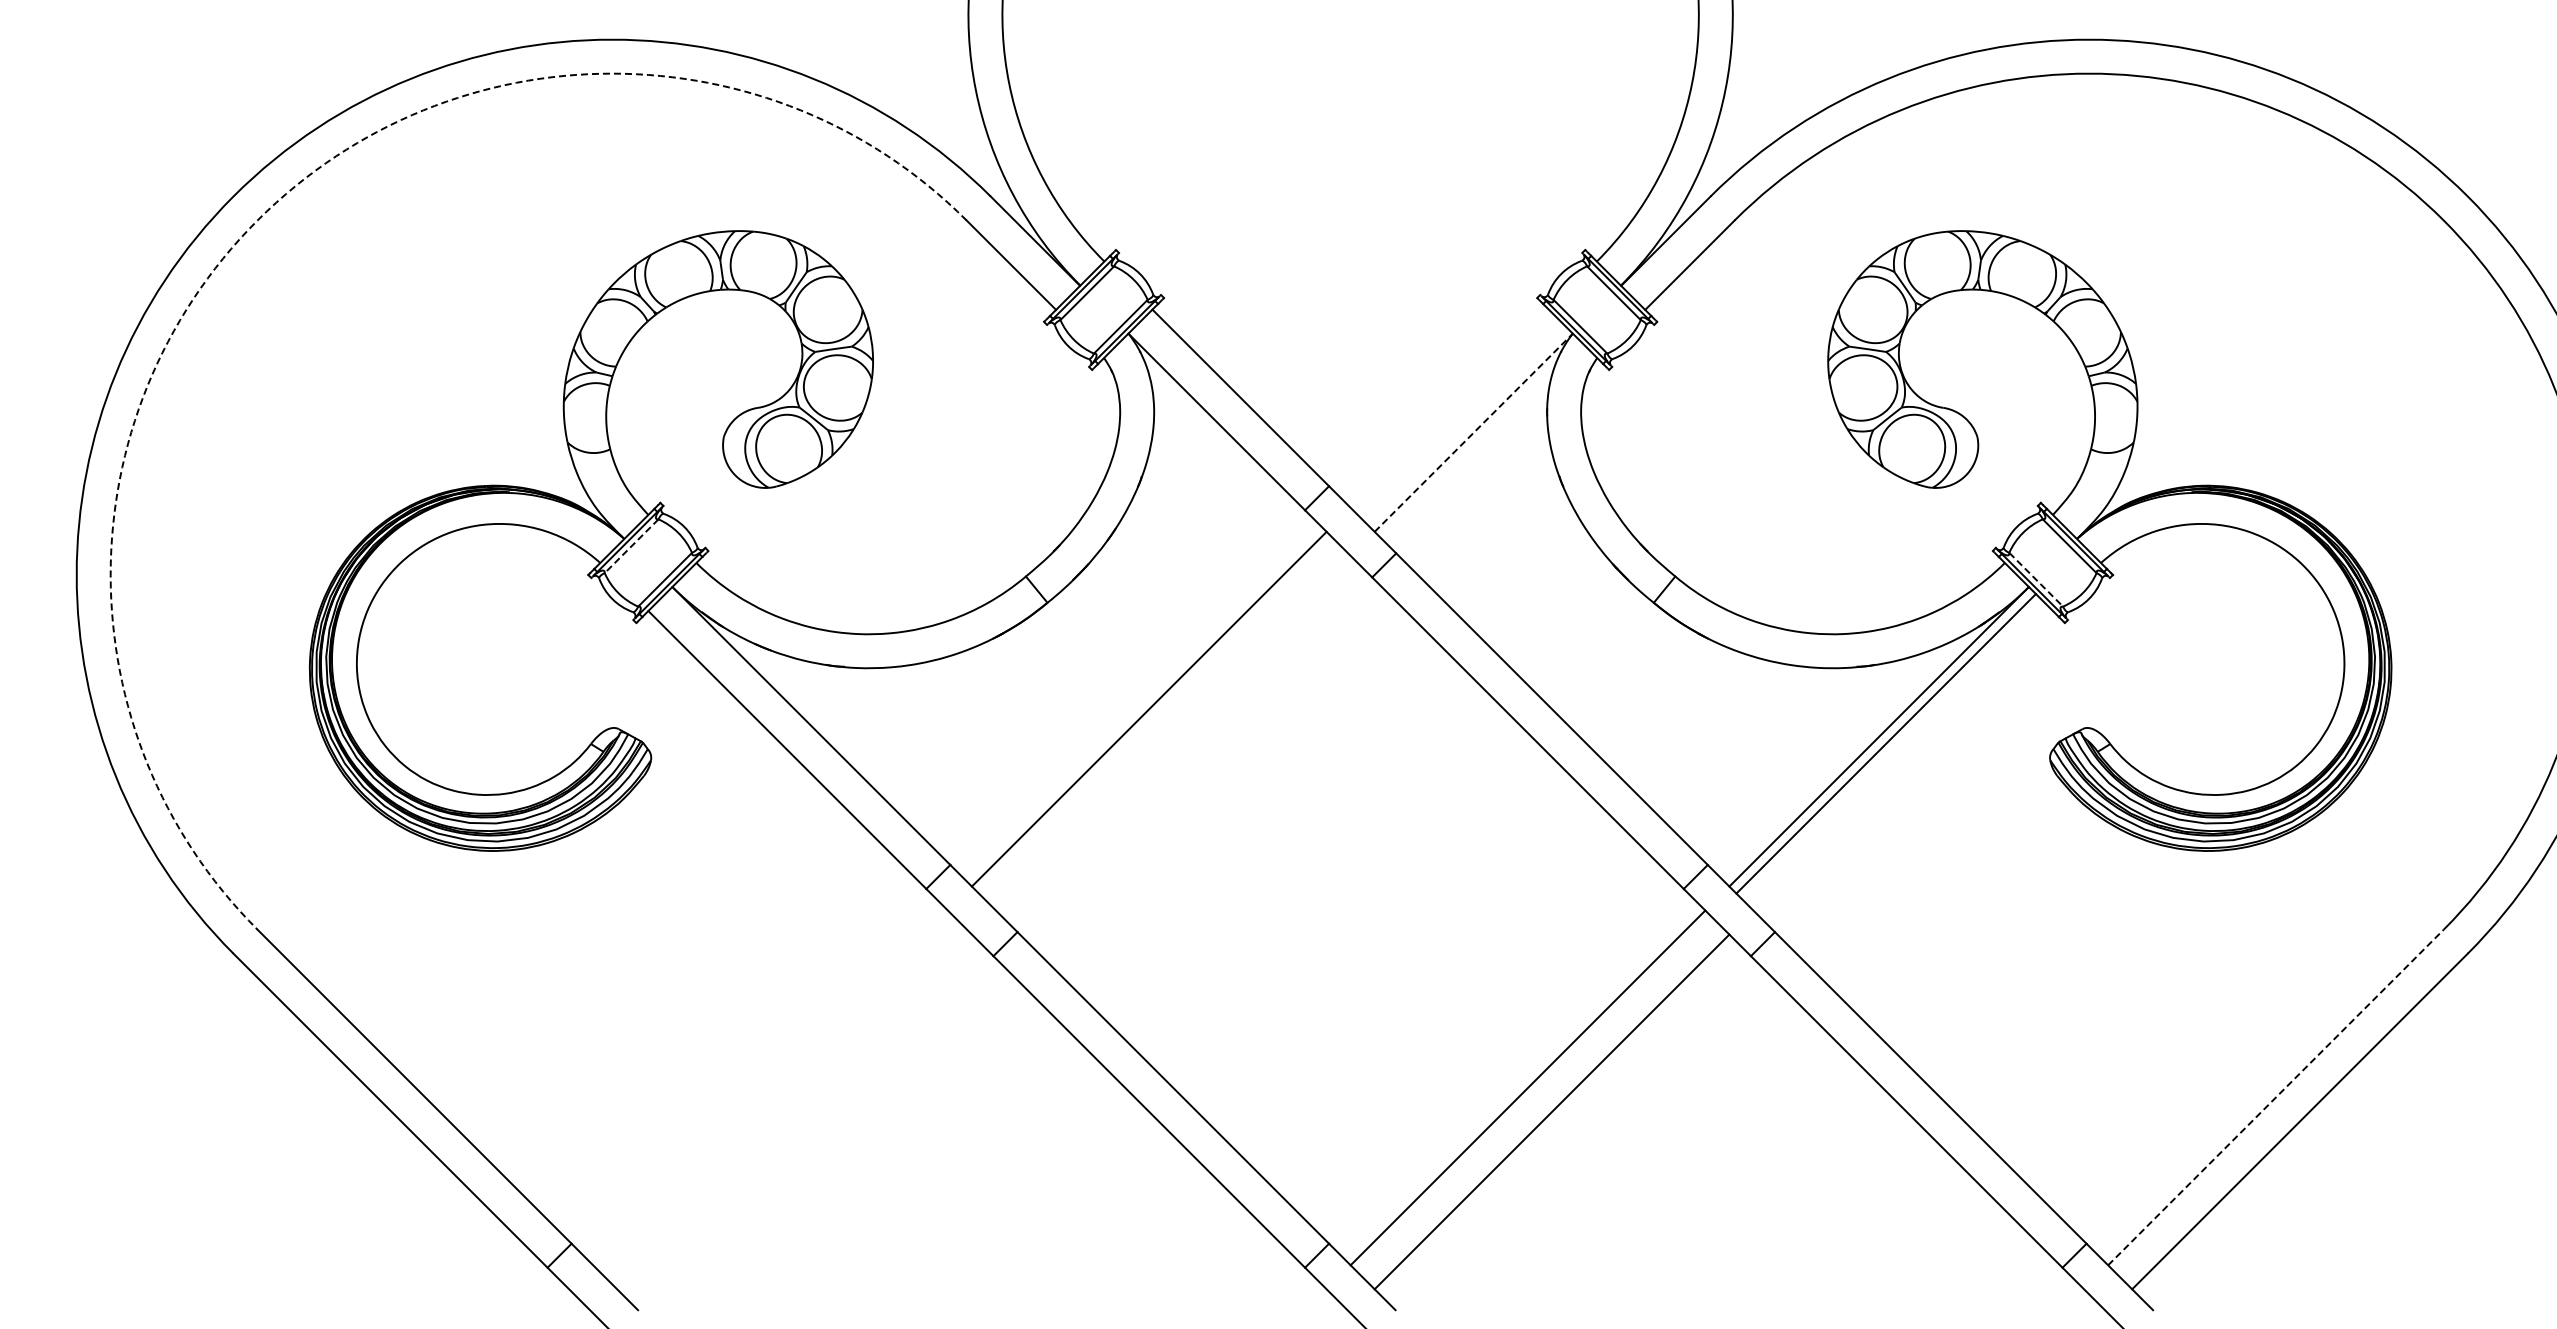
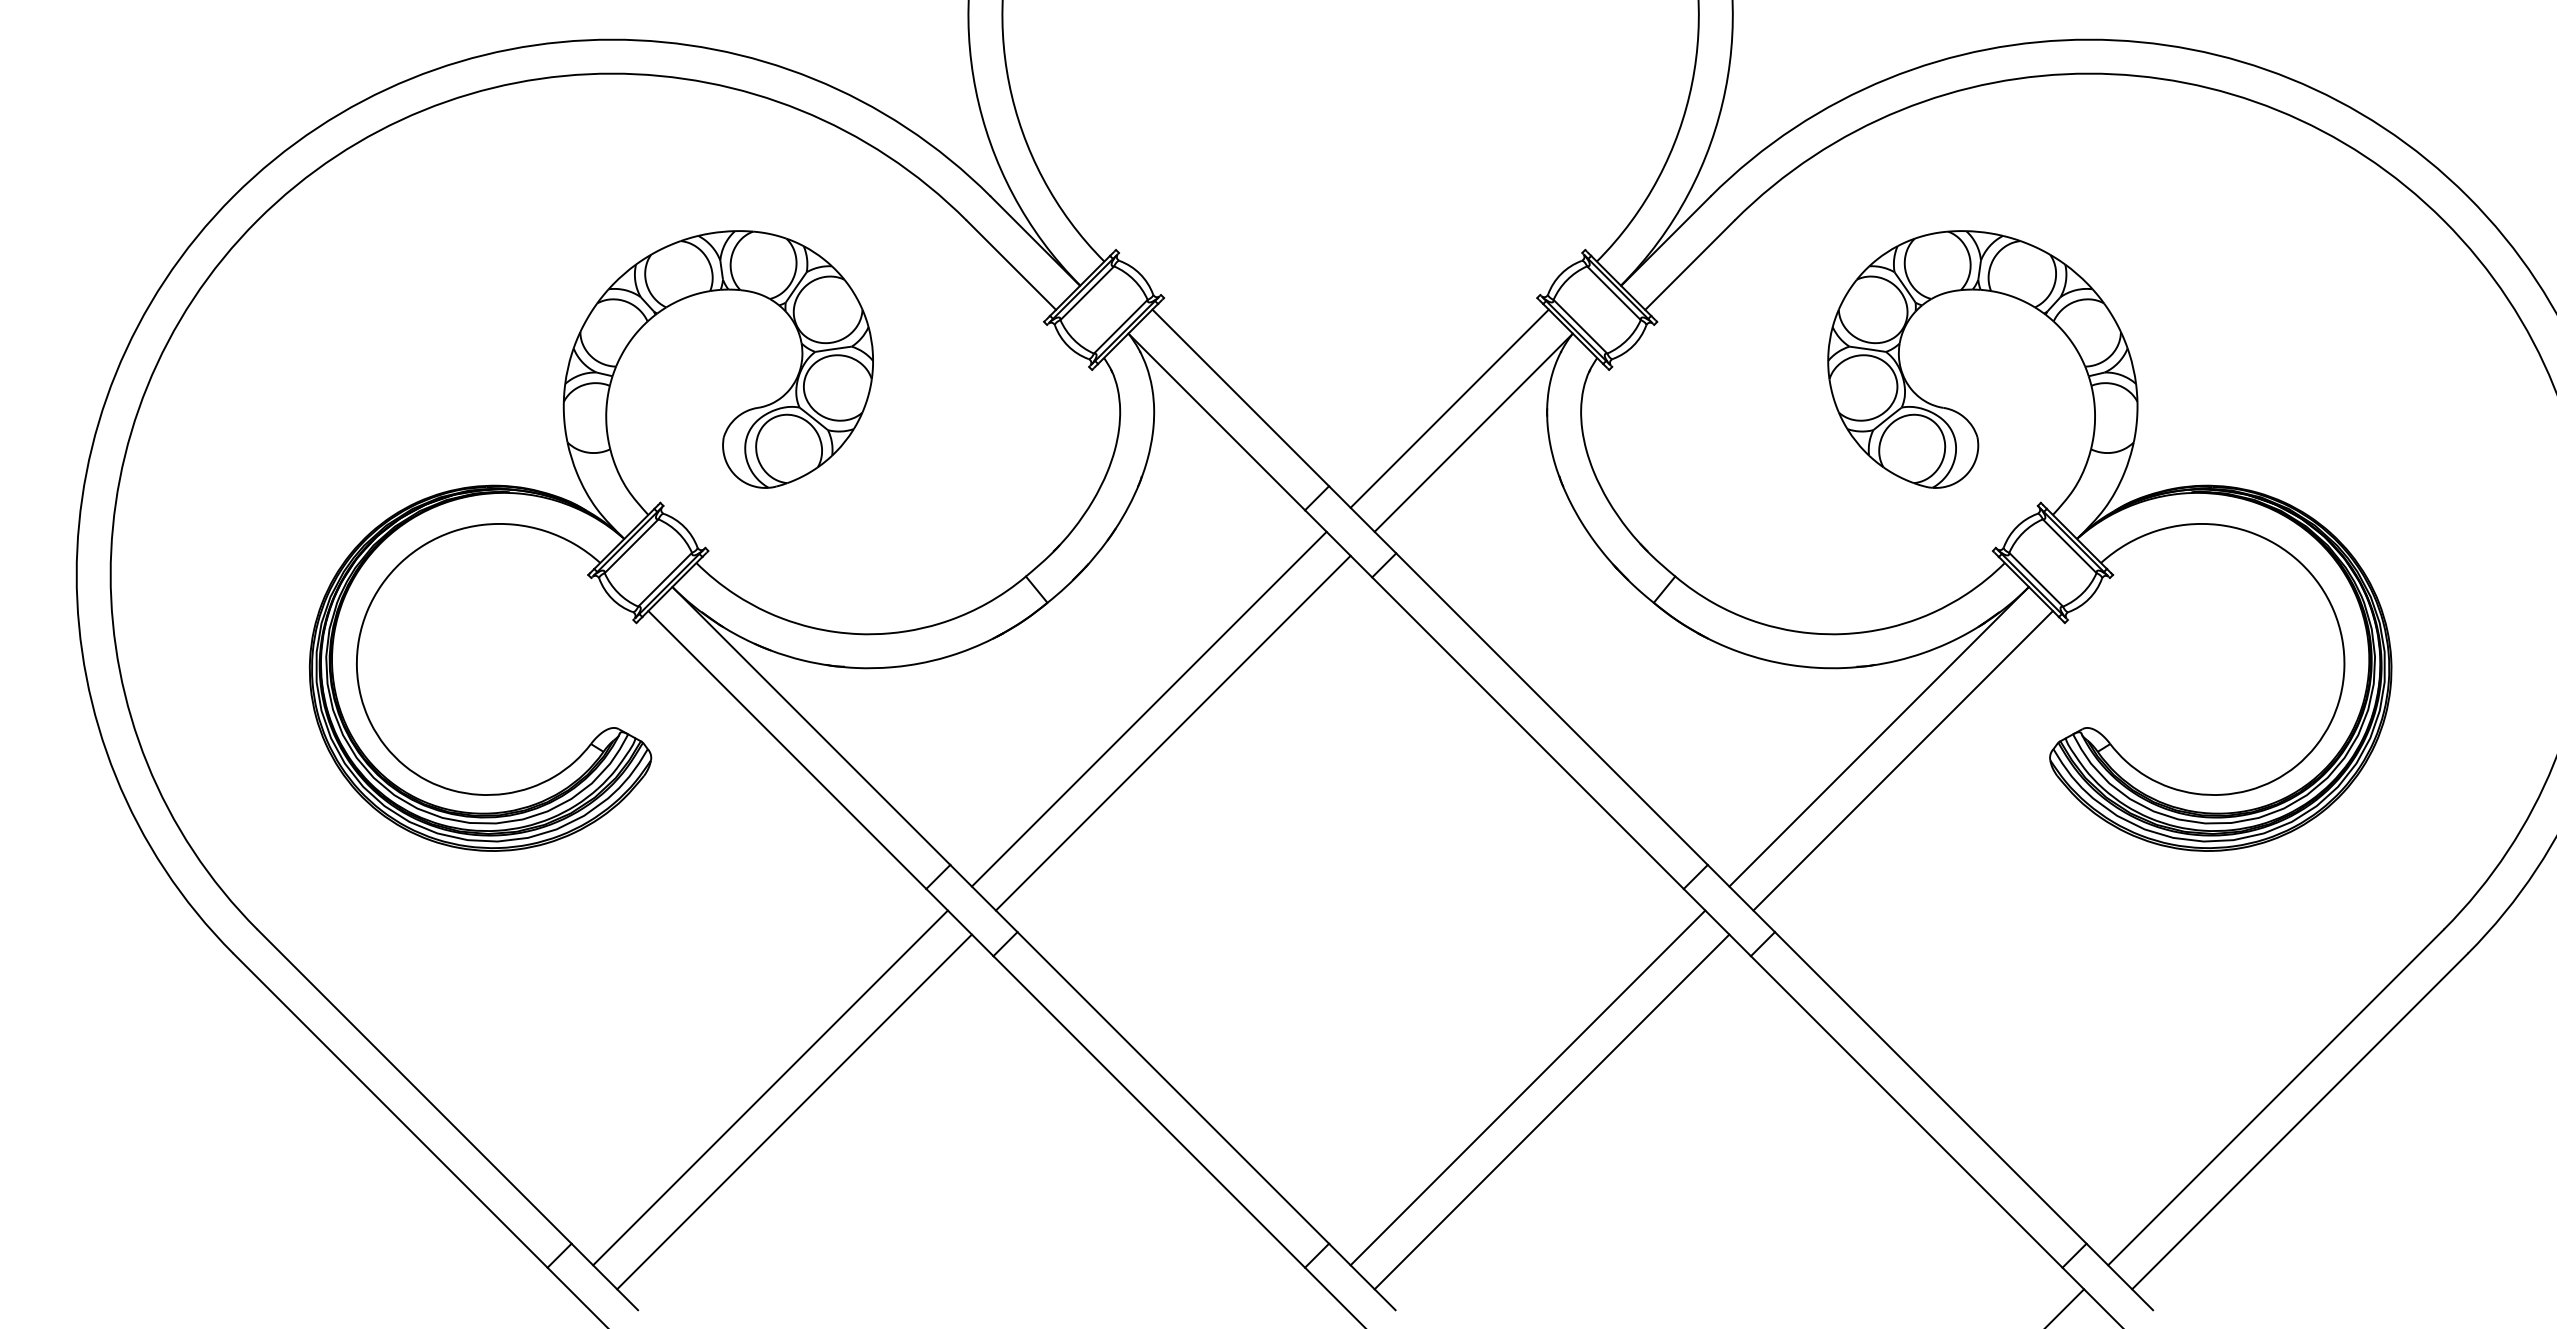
arc at (257, 220): dashed -> solid
line at (1449, 408): none -> present
line at (1474, 432): dashed -> solid
line at (631, 546): dashed -> solid
line at (2036, 580): dashed -> solid
line at (1172, 732): none -> present
line at (1885, 743) position: (1885, 743) -> (1902, 760)
line at (770, 1087): none -> present
line at (2276, 1097): dashed -> solid
line at (794, 1111): none -> present
line at (2065, 1307): none -> present
